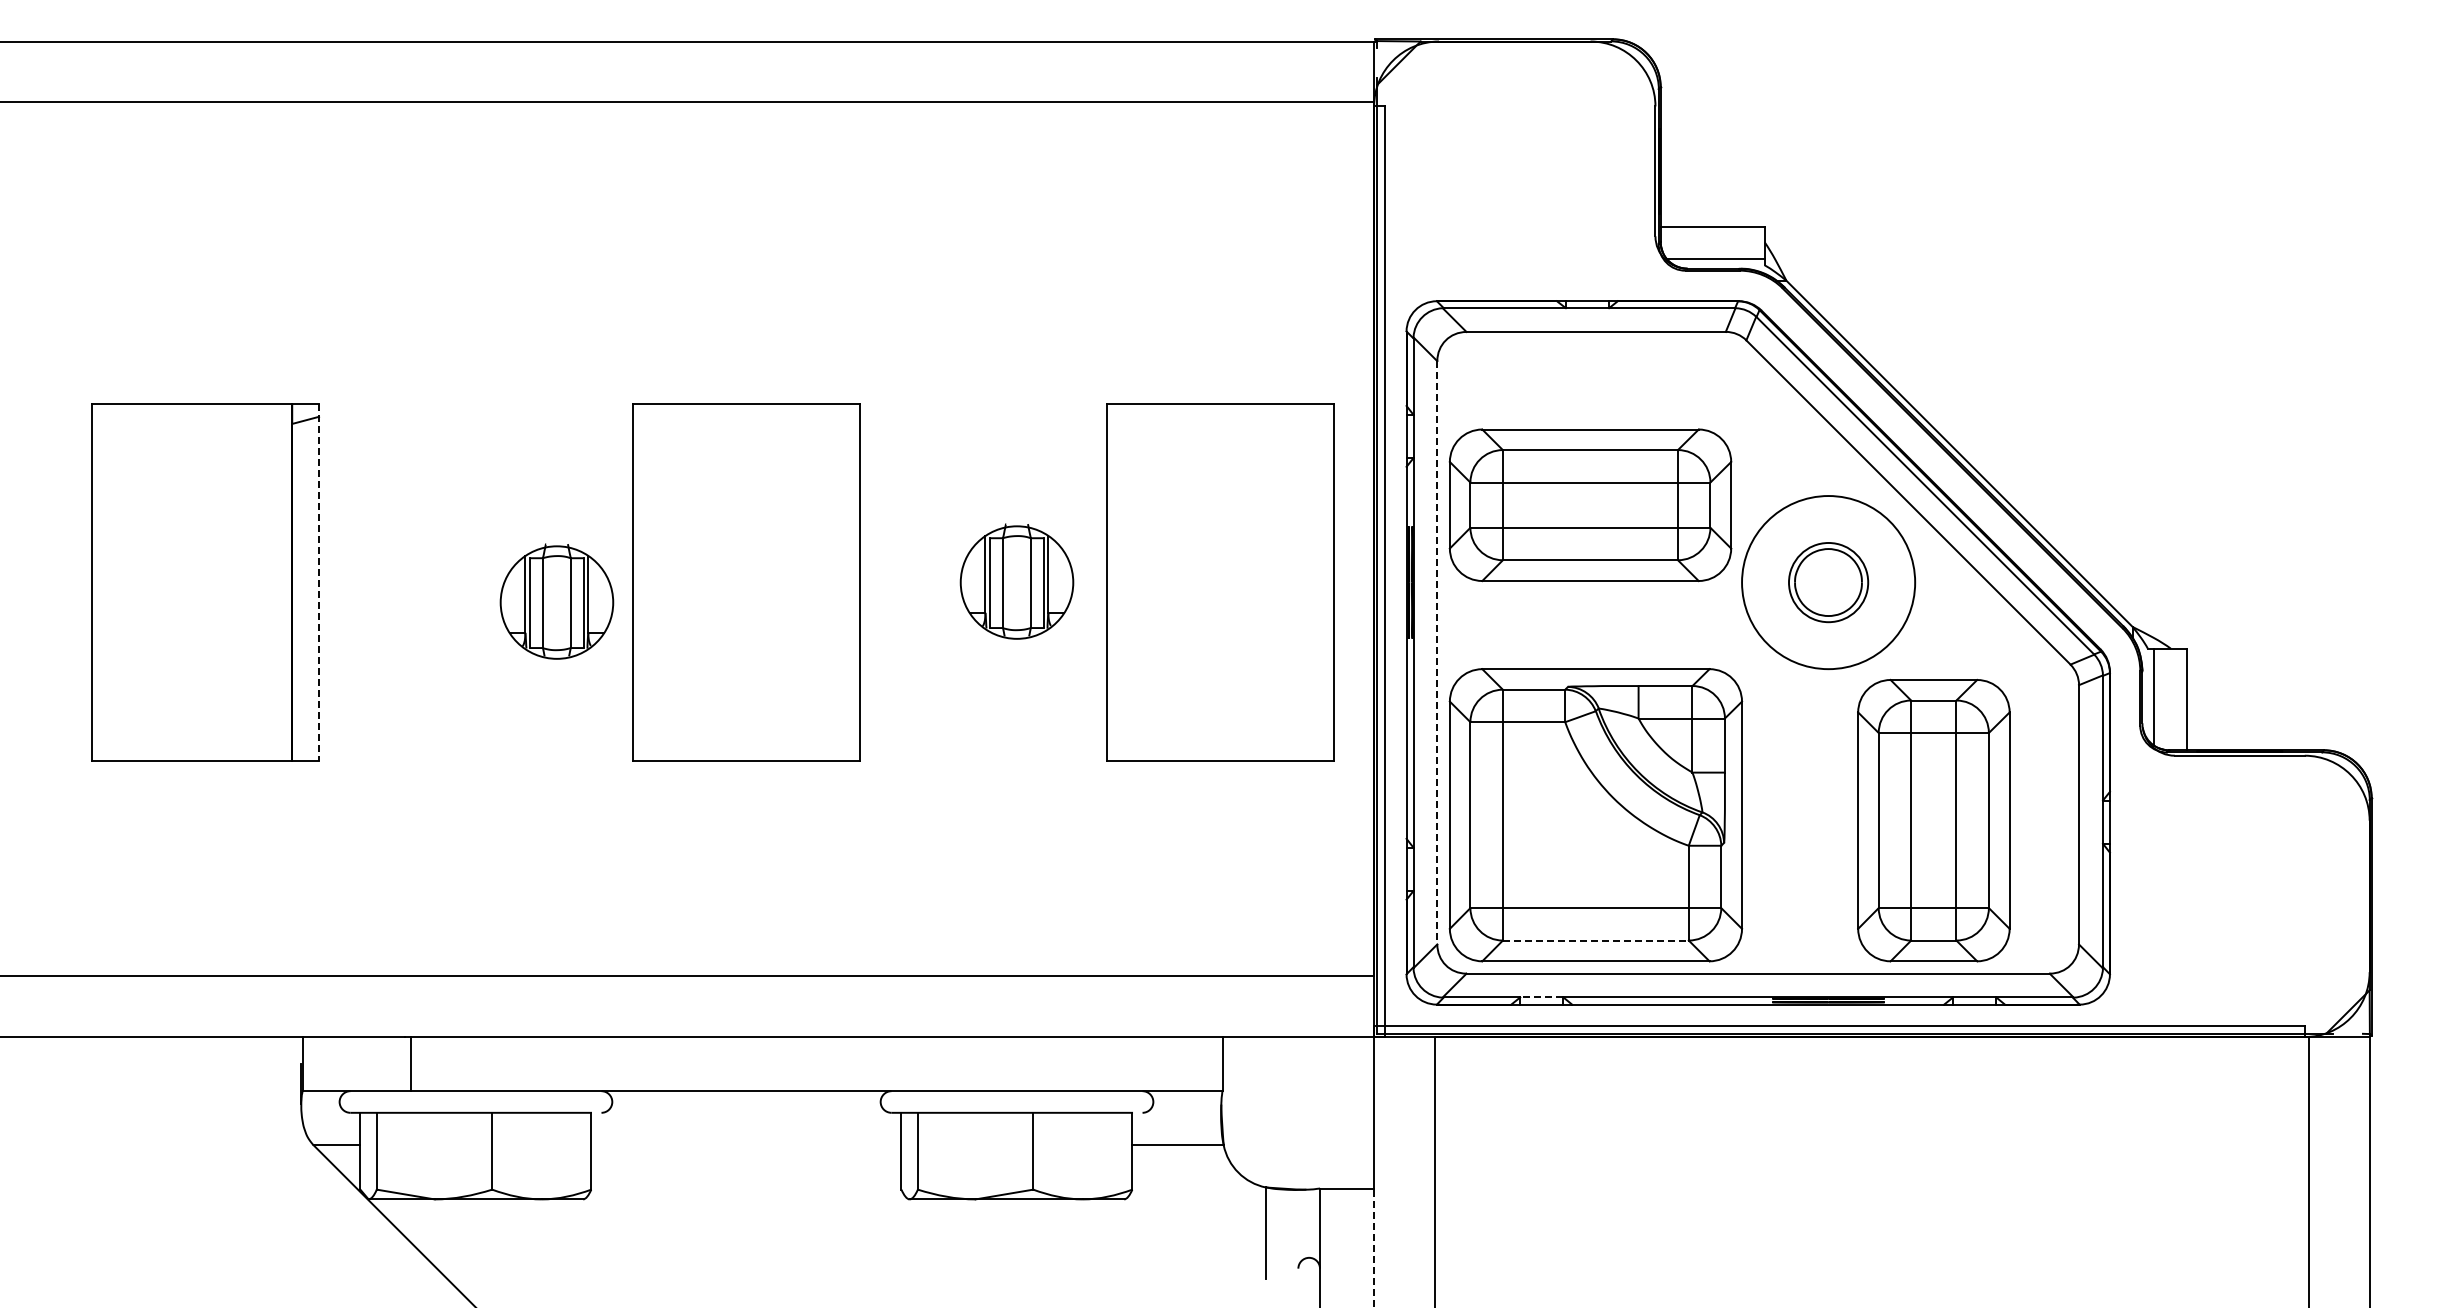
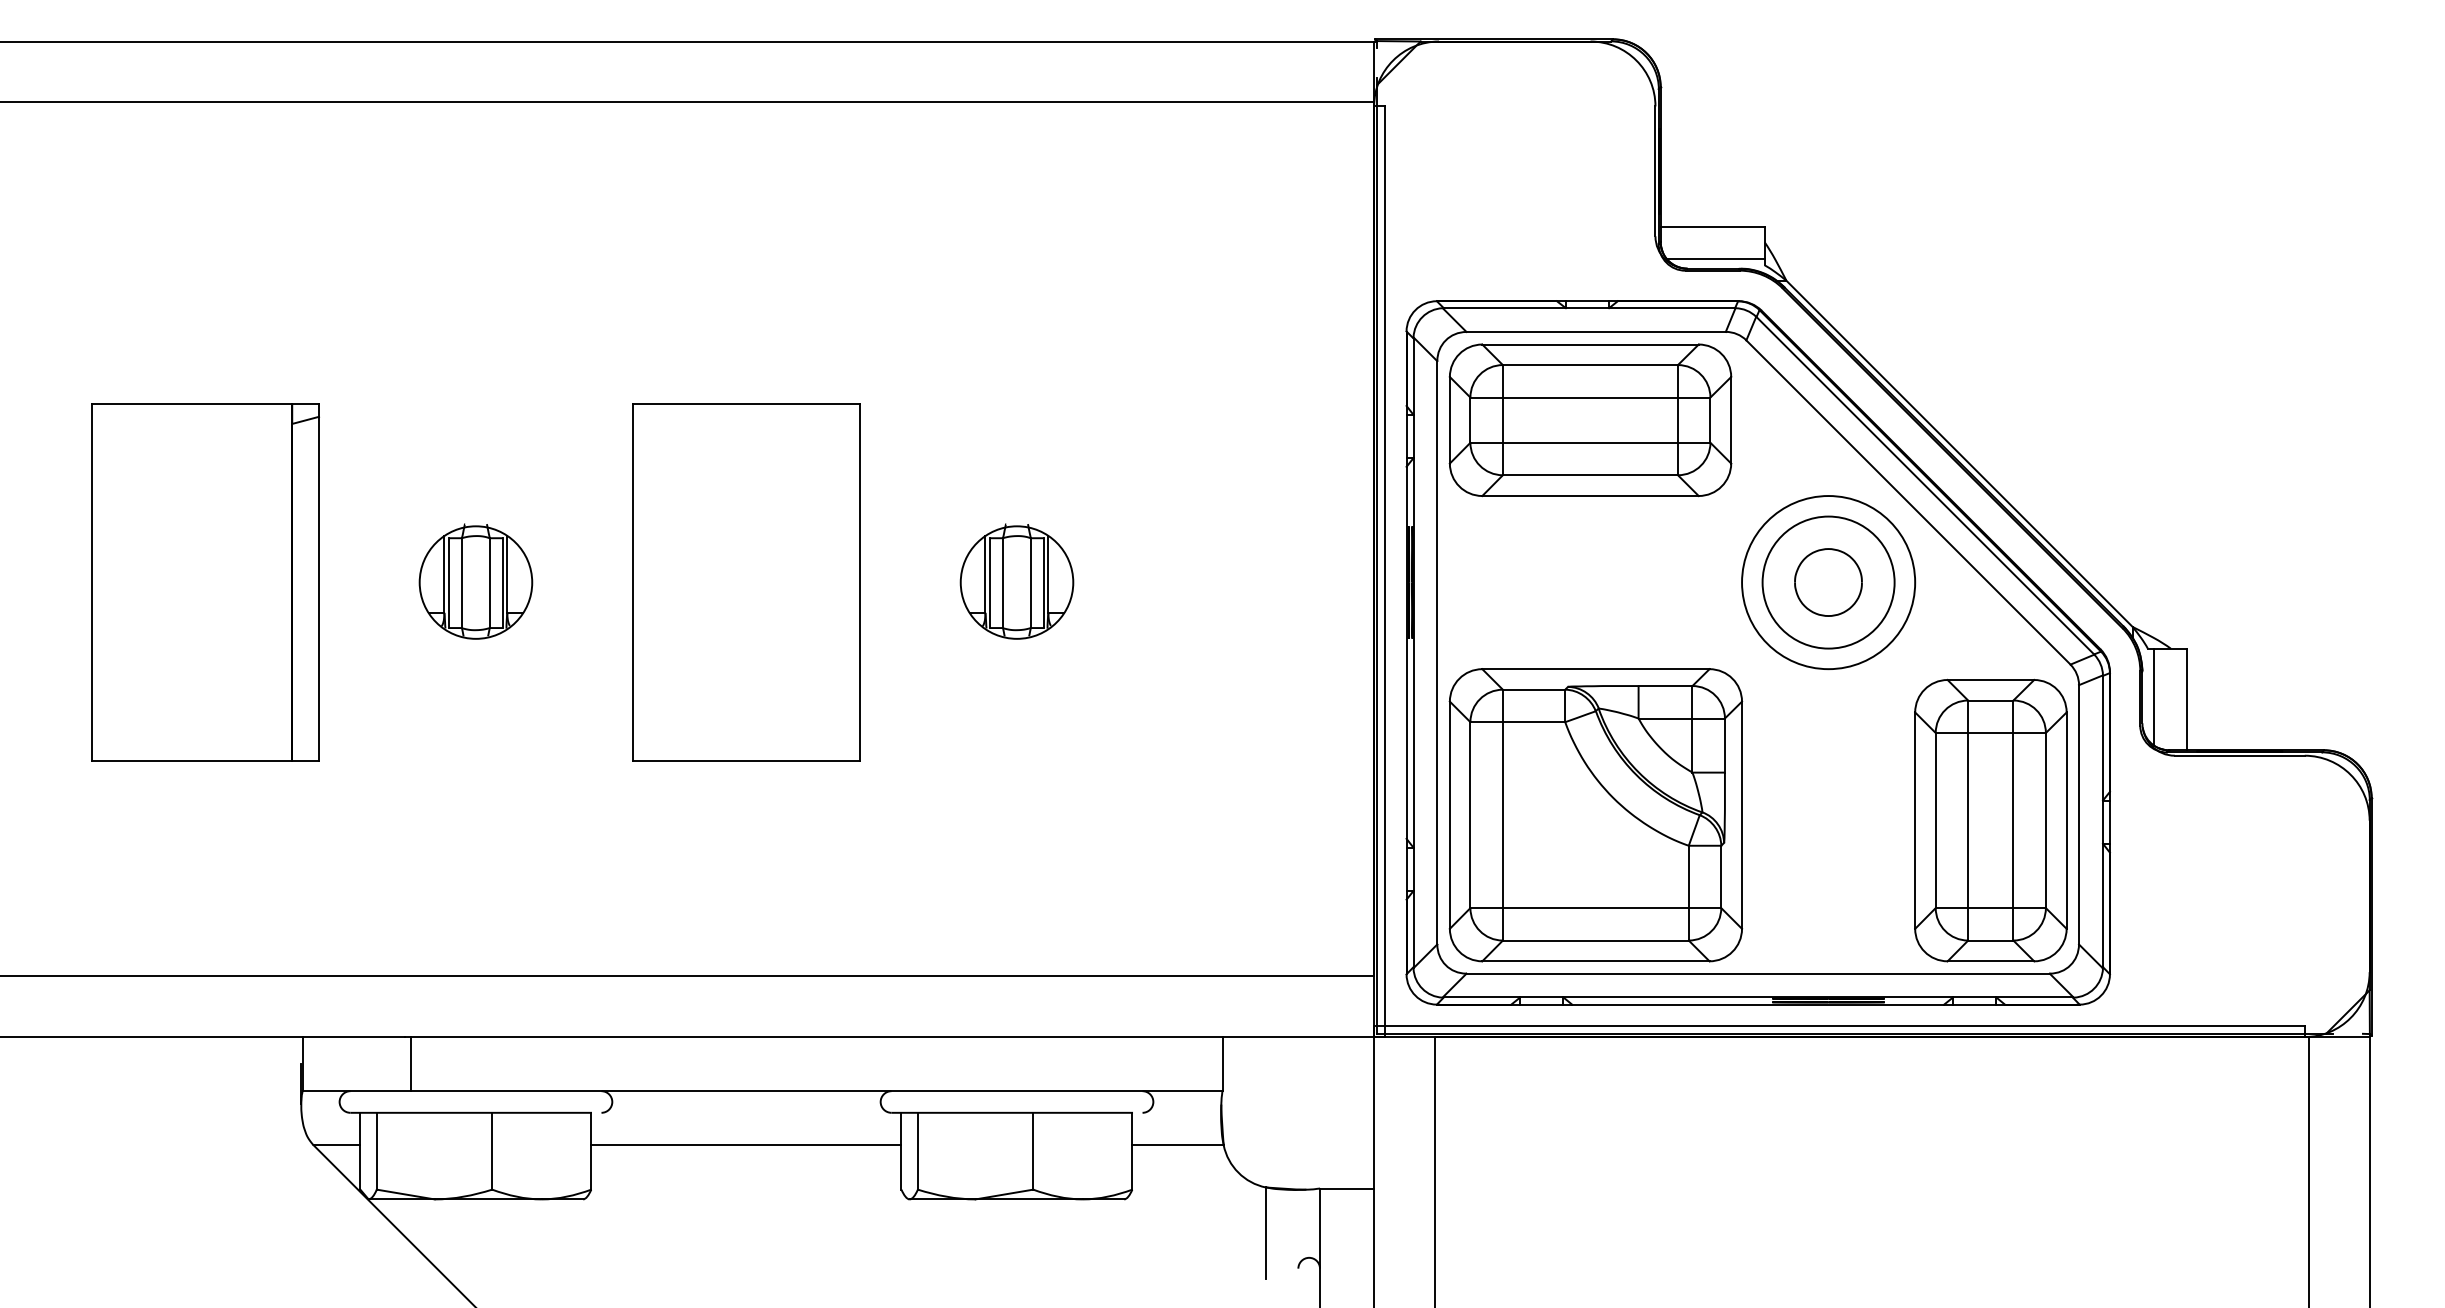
part at (1590, 505) position: (1590, 505) -> (1590, 420)
line at (319, 582): dashed -> solid
part at (1220, 582): present -> none
circle at (1828, 582) diameter: 79 px -> 132 px
part at (556, 601) position: (556, 601) -> (475, 581)
line at (1437, 652): dashed -> solid
part at (1933, 820) position: (1933, 820) -> (1990, 820)
line at (1595, 940): dashed -> solid
line at (1541, 997): dashed -> solid
line at (746, 1145): none -> present
line at (1374, 1247): dashed -> solid
